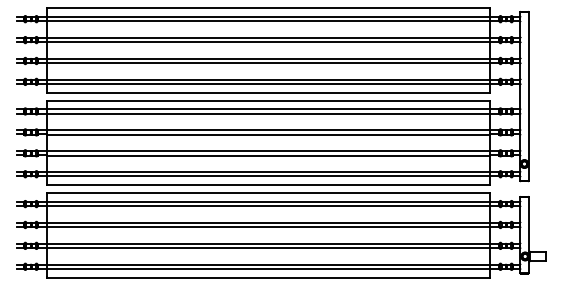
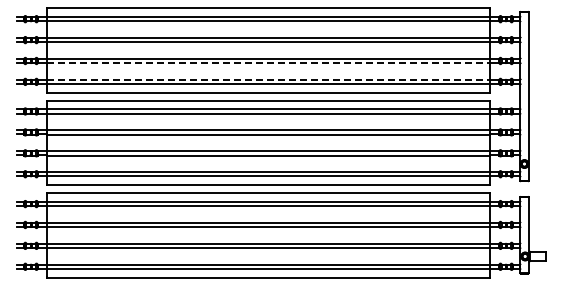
line at (268, 63): solid -> dashed
line at (268, 79): solid -> dashed
